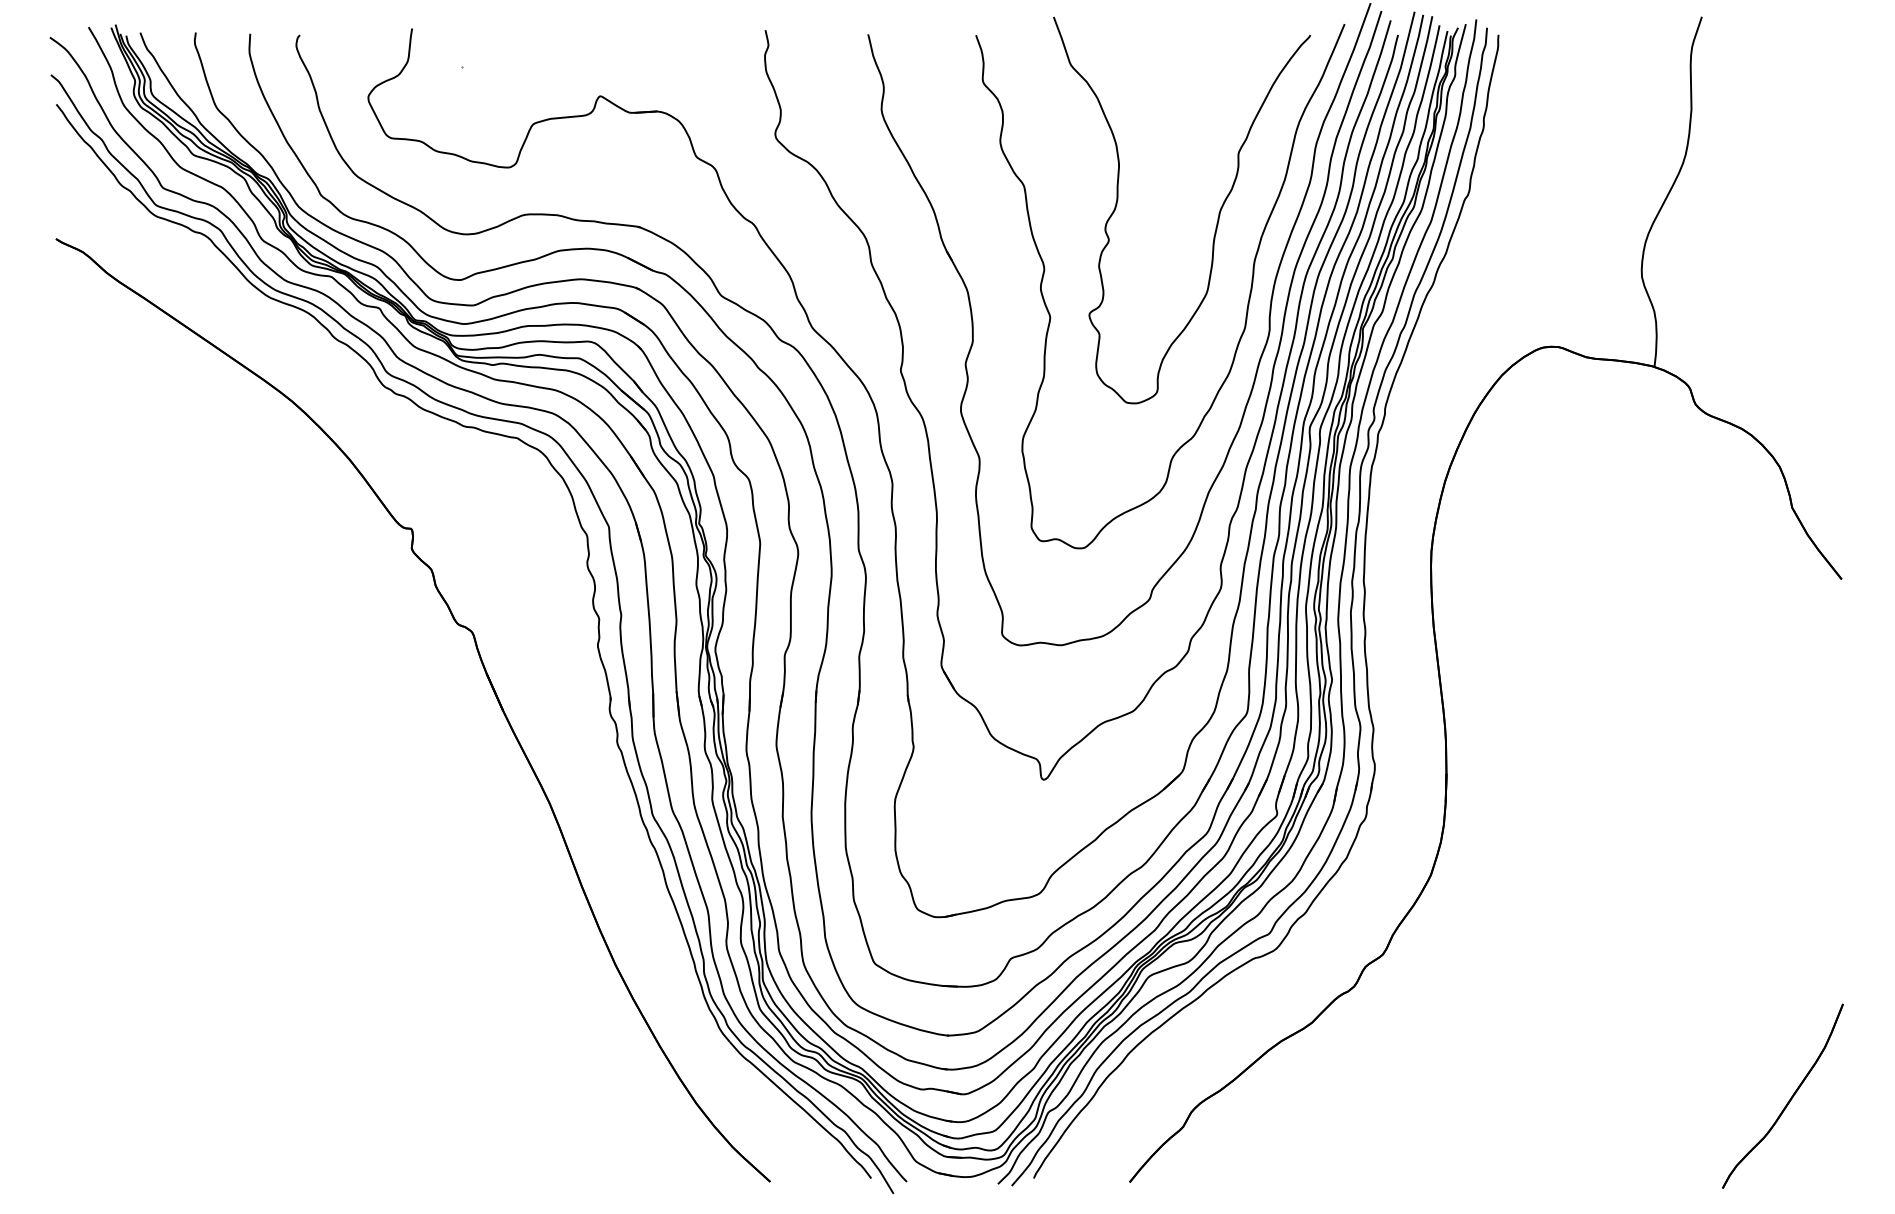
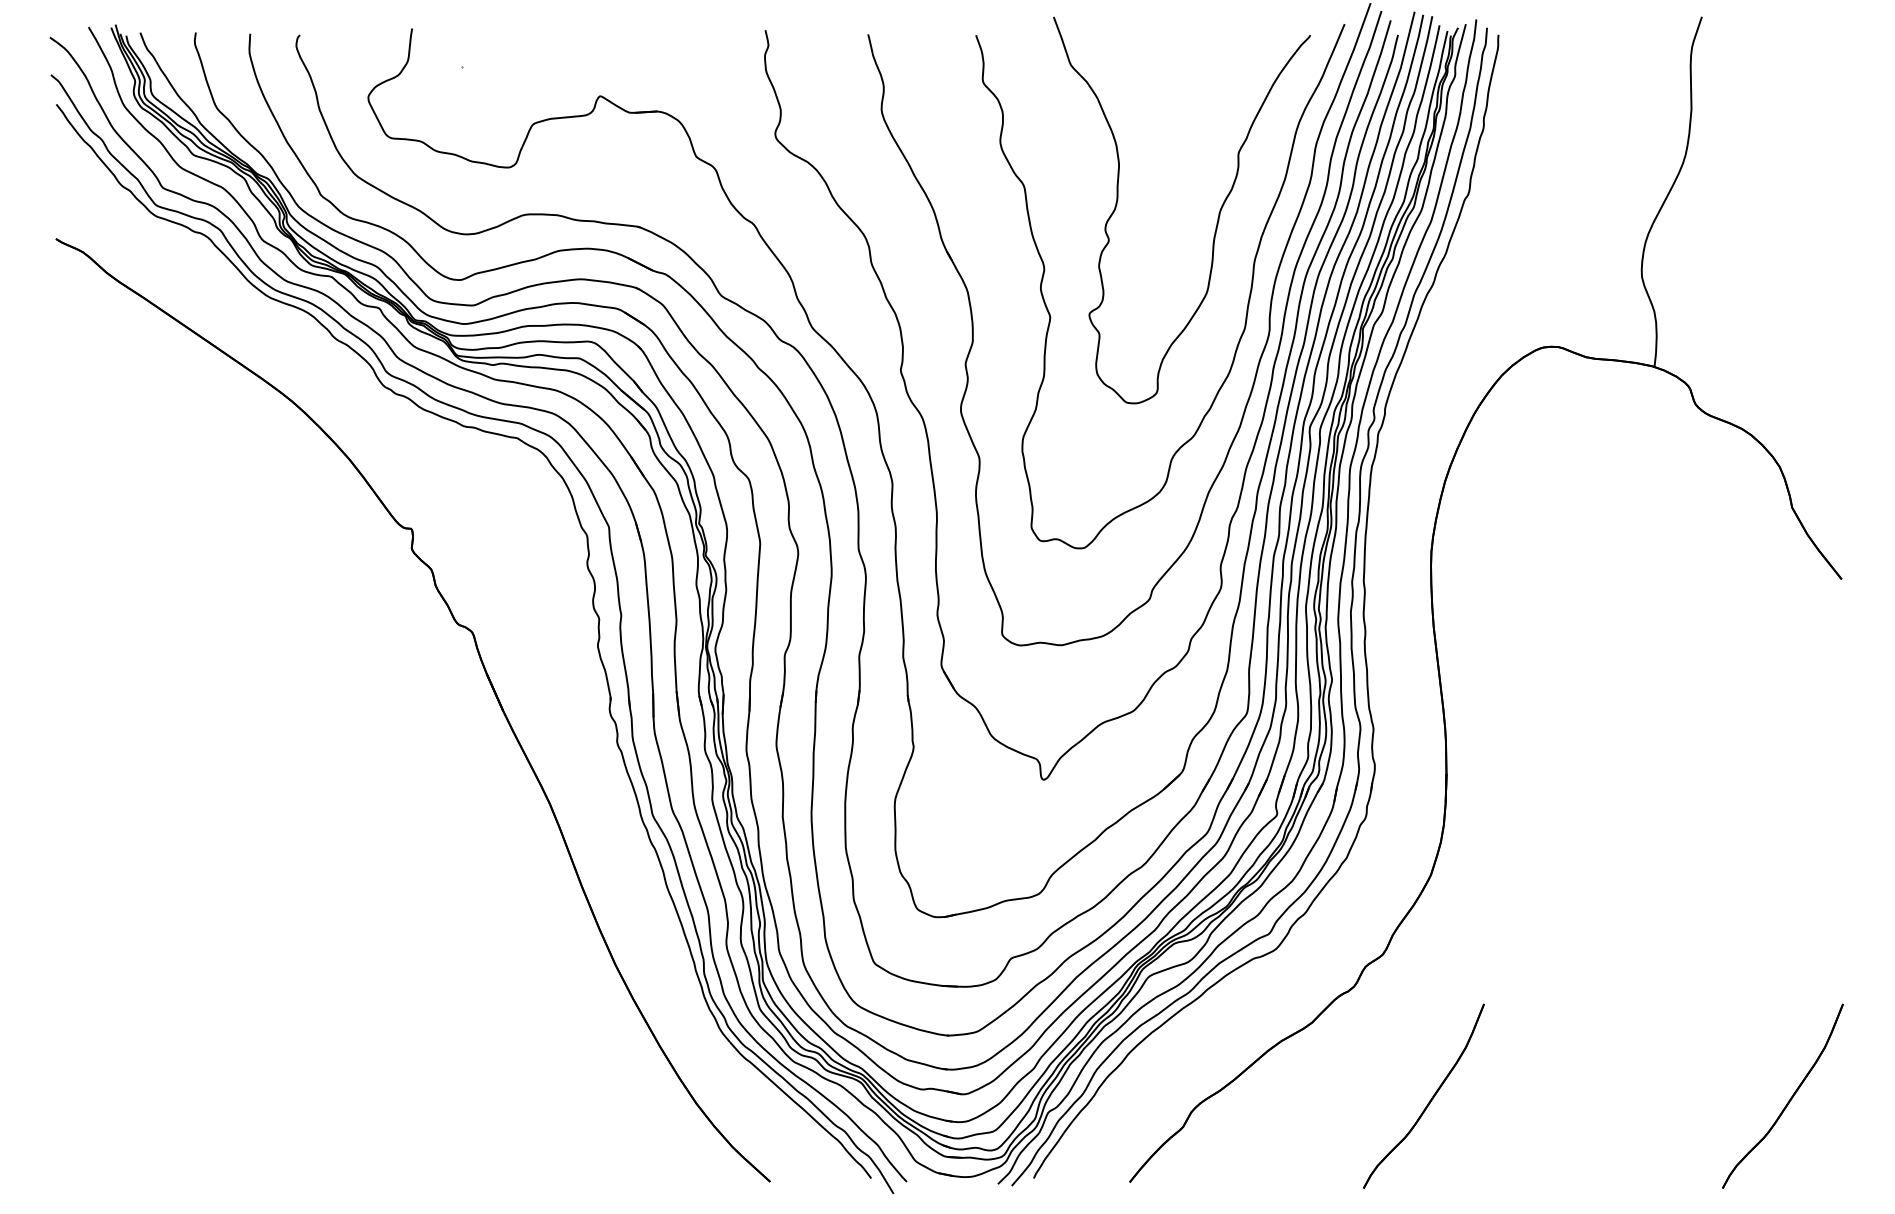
part at (1429, 1100): none -> present
